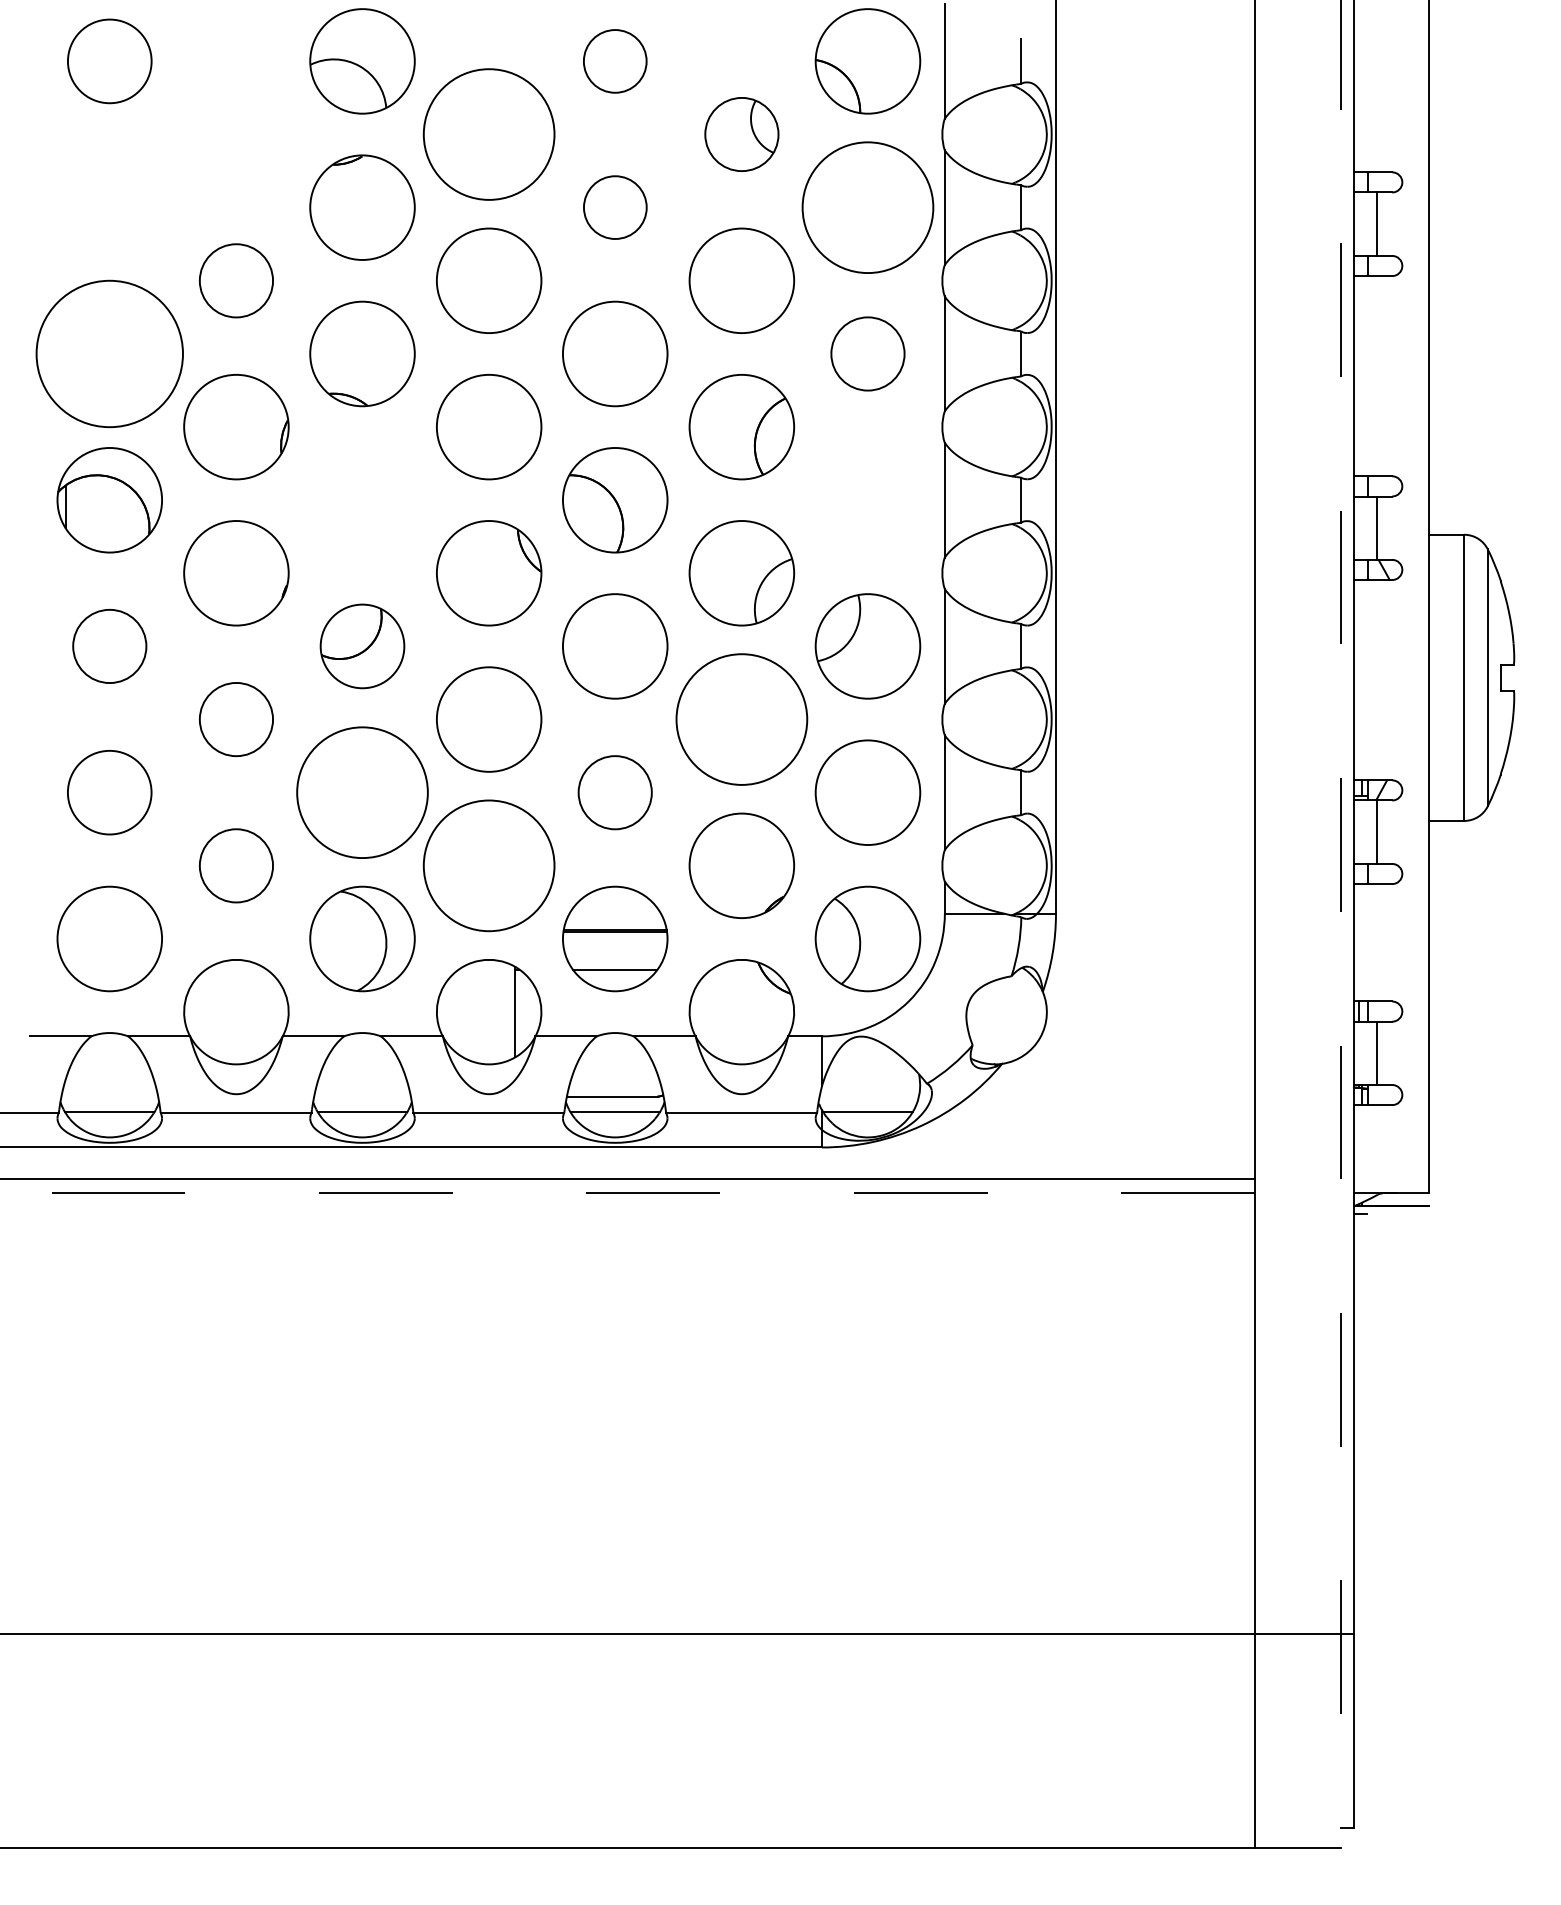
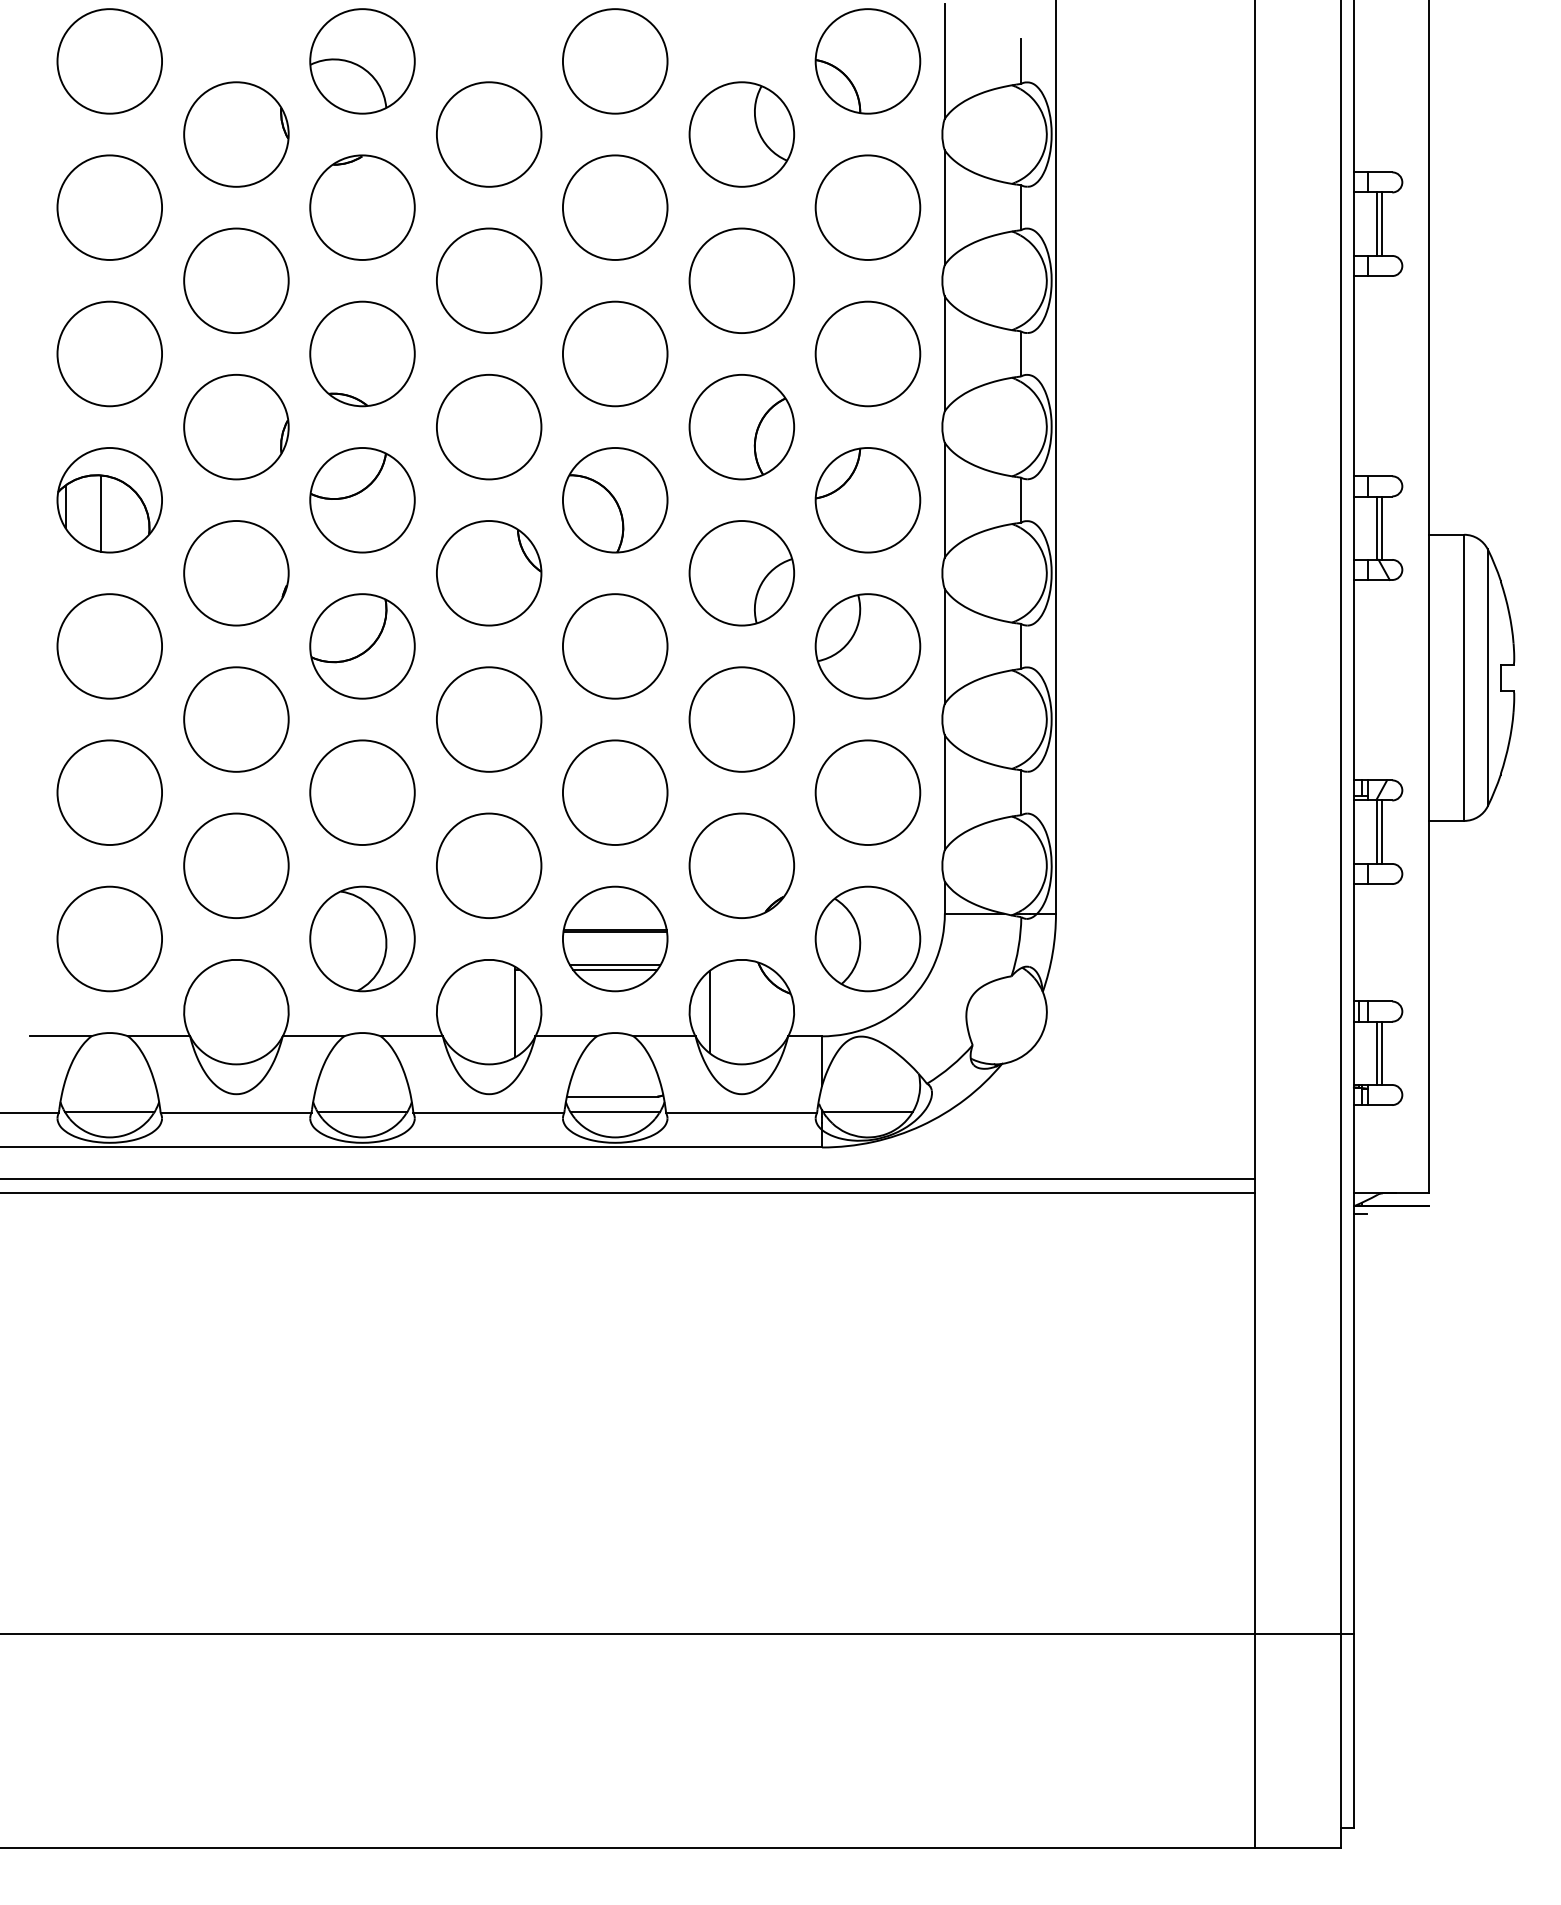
circle at (109, 61) diameter: 84 px -> 105 px
circle at (614, 61) diameter: 63 px -> 105 px
part at (236, 134): none -> present
circle at (488, 134) diameter: 131 px -> 105 px
part at (741, 134) size: 76x75 px -> 108x107 px
circle at (109, 207): none -> present
circle at (615, 207) size: 65x65 px -> 107x107 px
circle at (867, 207) diameter: 131 px -> 105 px
line at (1382, 223): none -> present
circle at (236, 280) diameter: 73 px -> 105 px
circle at (109, 353) diameter: 146 px -> 105 px
circle at (867, 353) diameter: 73 px -> 105 px
part at (362, 500): none -> present
part at (867, 500): none -> present
line at (100, 513): none -> present
line at (1382, 527): none -> present
circle at (109, 646) diameter: 73 px -> 105 px
part at (362, 646) size: 87x87 px -> 107x107 px
circle at (236, 719) diameter: 73 px -> 105 px
circle at (741, 719) diameter: 131 px -> 105 px
circle at (109, 792) size: 86x86 px -> 107x107 px
circle at (362, 792) diameter: 131 px -> 105 px
circle at (614, 792) diameter: 73 px -> 105 px
line at (1382, 831): none -> present
circle at (236, 865) diameter: 73 px -> 105 px
circle at (488, 865) diameter: 131 px -> 105 px
line at (1340, 924): dashed -> solid
line at (615, 965): none -> present
line at (710, 1011): none -> present
line at (1382, 1053): none -> present
line at (627, 1192): dashed -> solid
